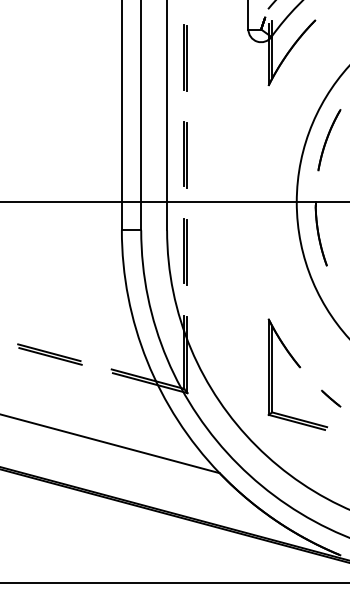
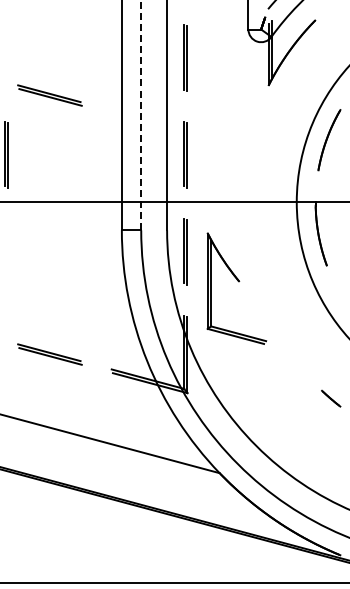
part at (49, 95): none -> present
line at (141, 115): solid -> dashed
line at (5, 154): none -> present
part at (299, 368) position: (299, 368) -> (238, 282)
